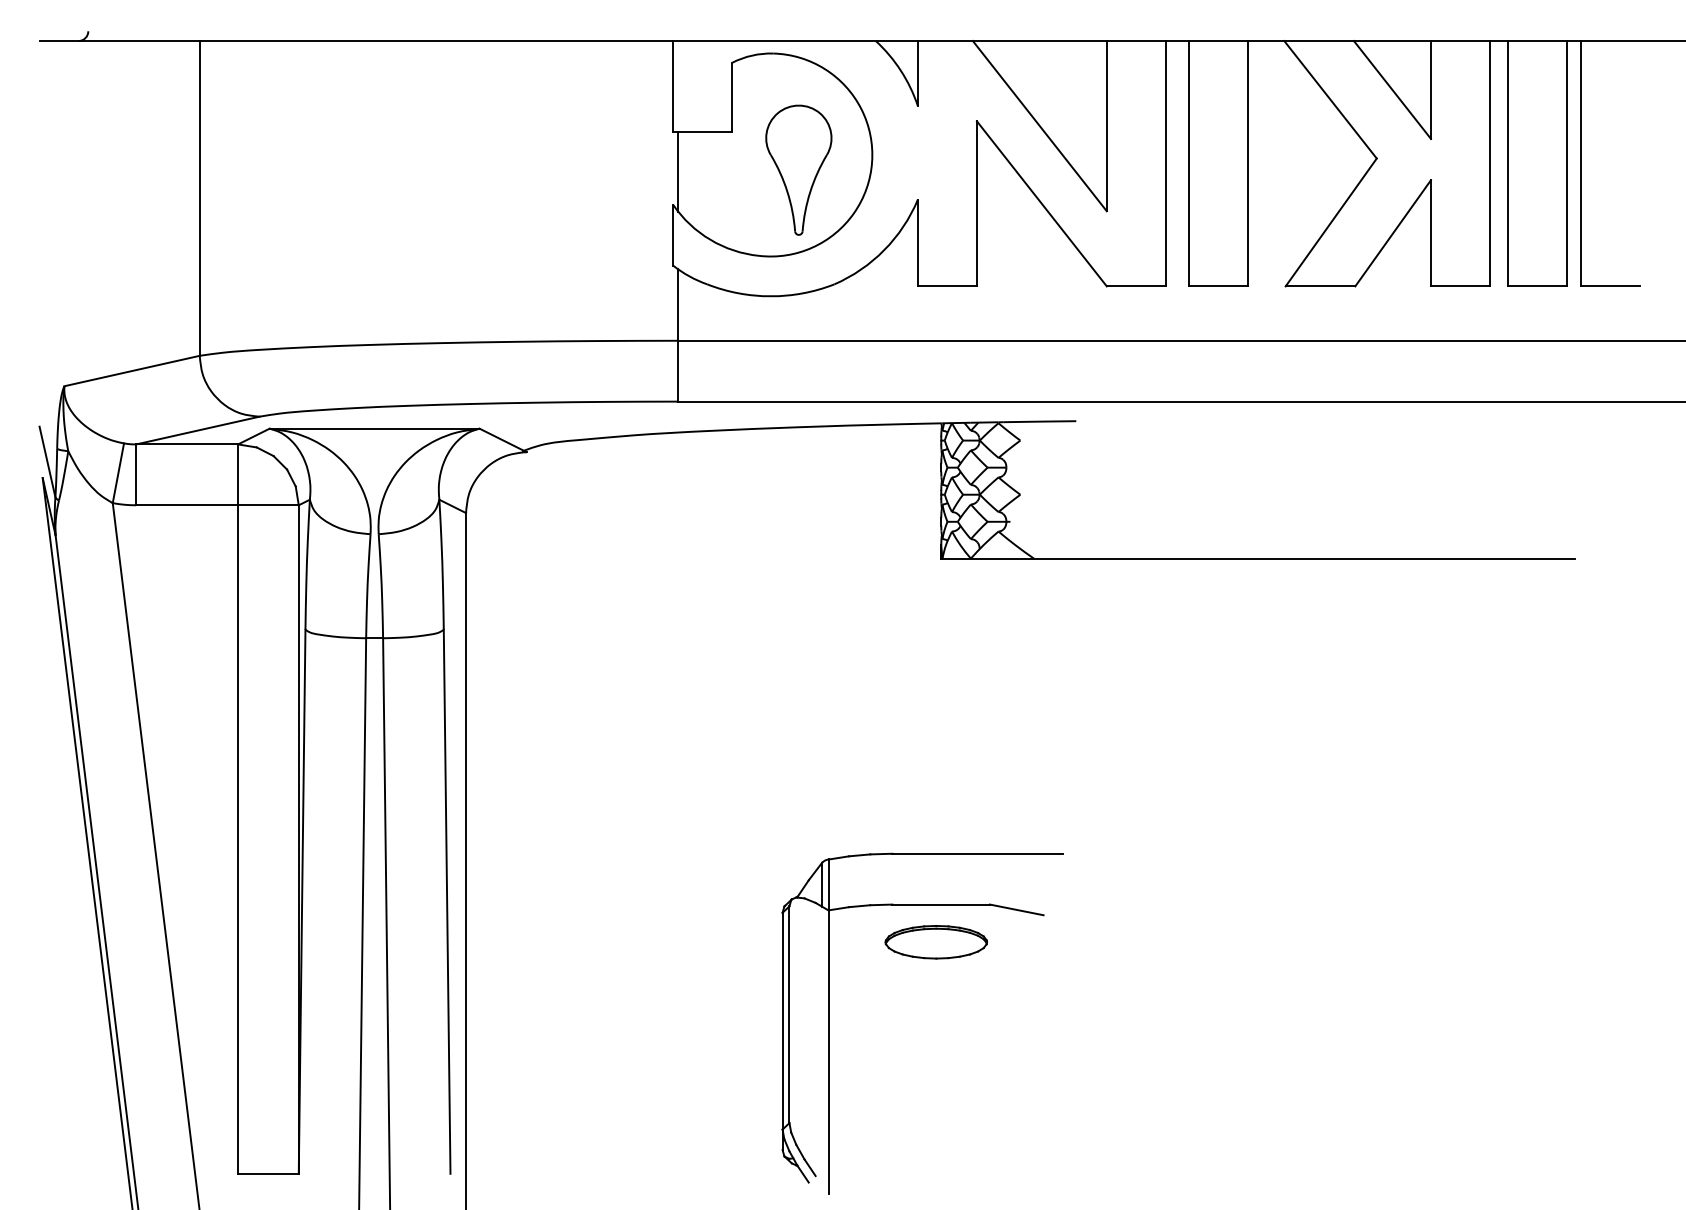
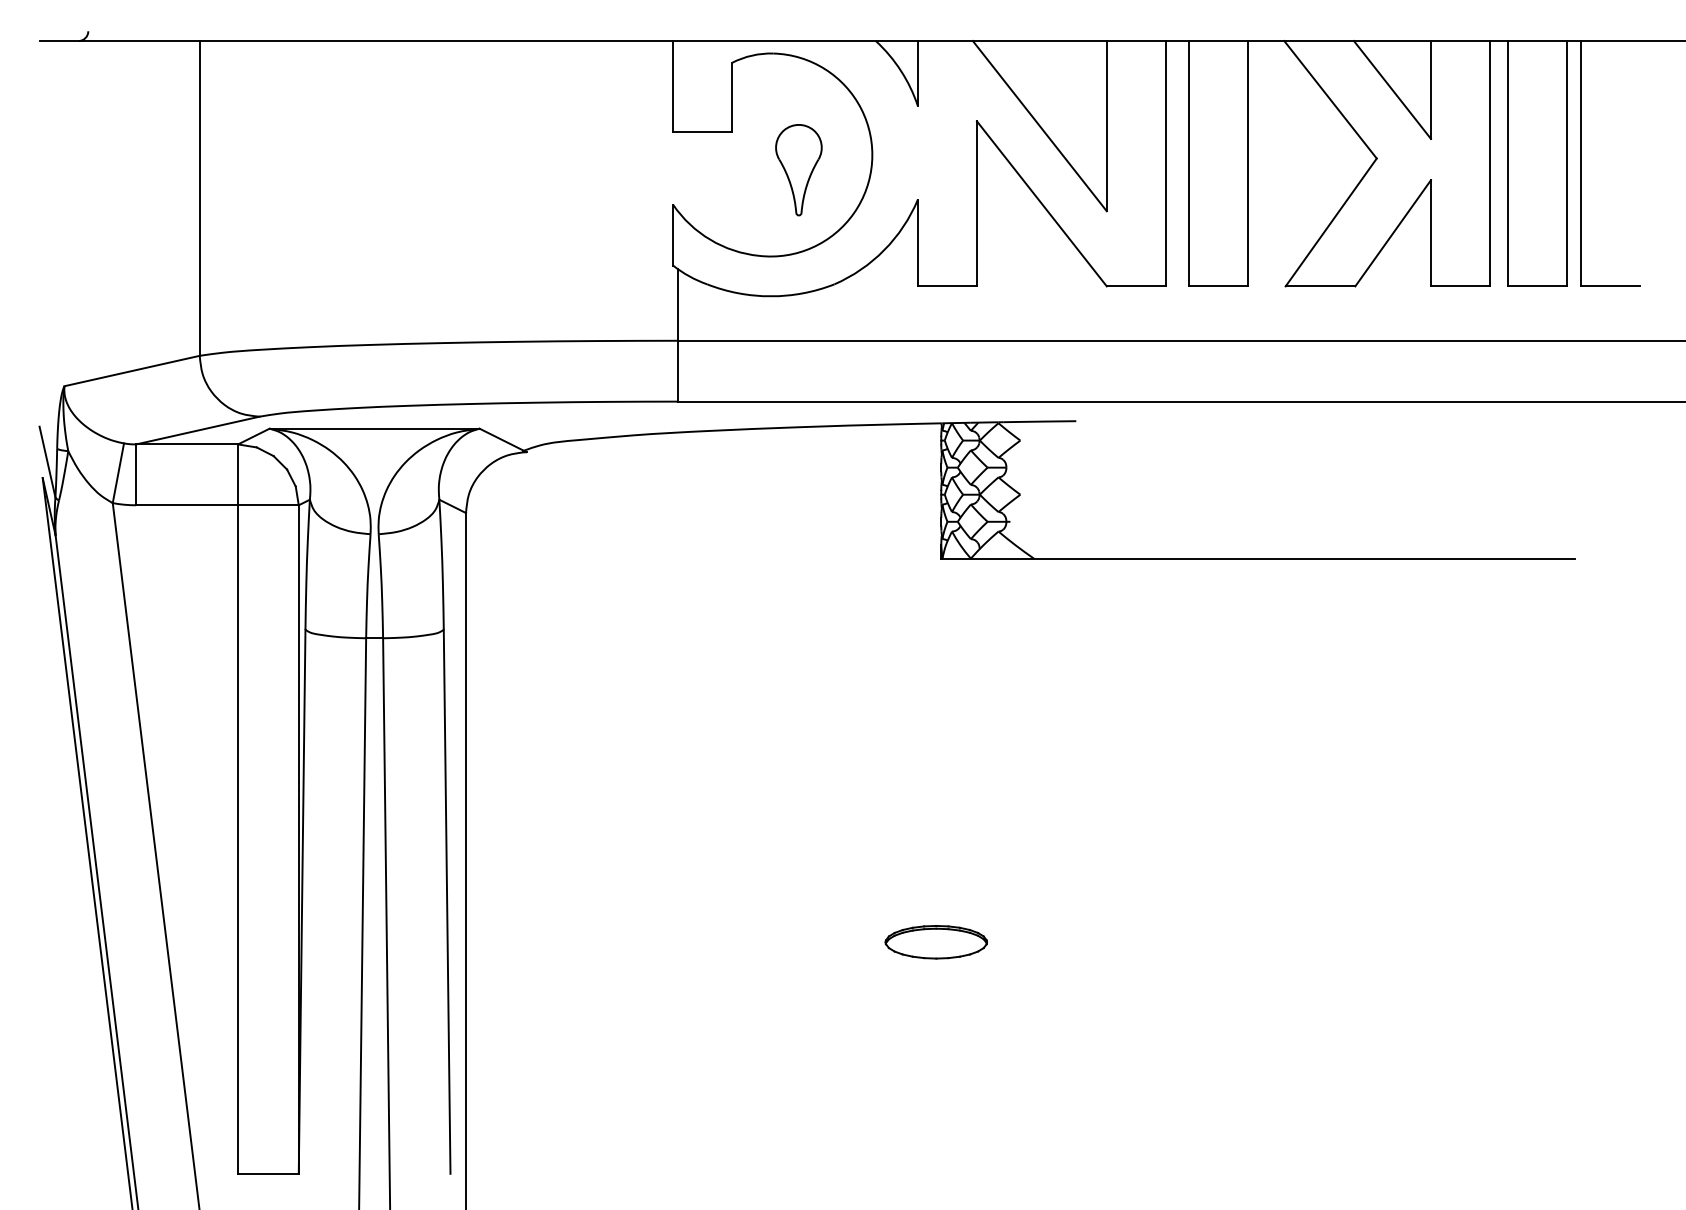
part at (798, 169) size: 68x132 px -> 48x93 px
line at (678, 171): present -> none
part at (829, 1023): present -> none
